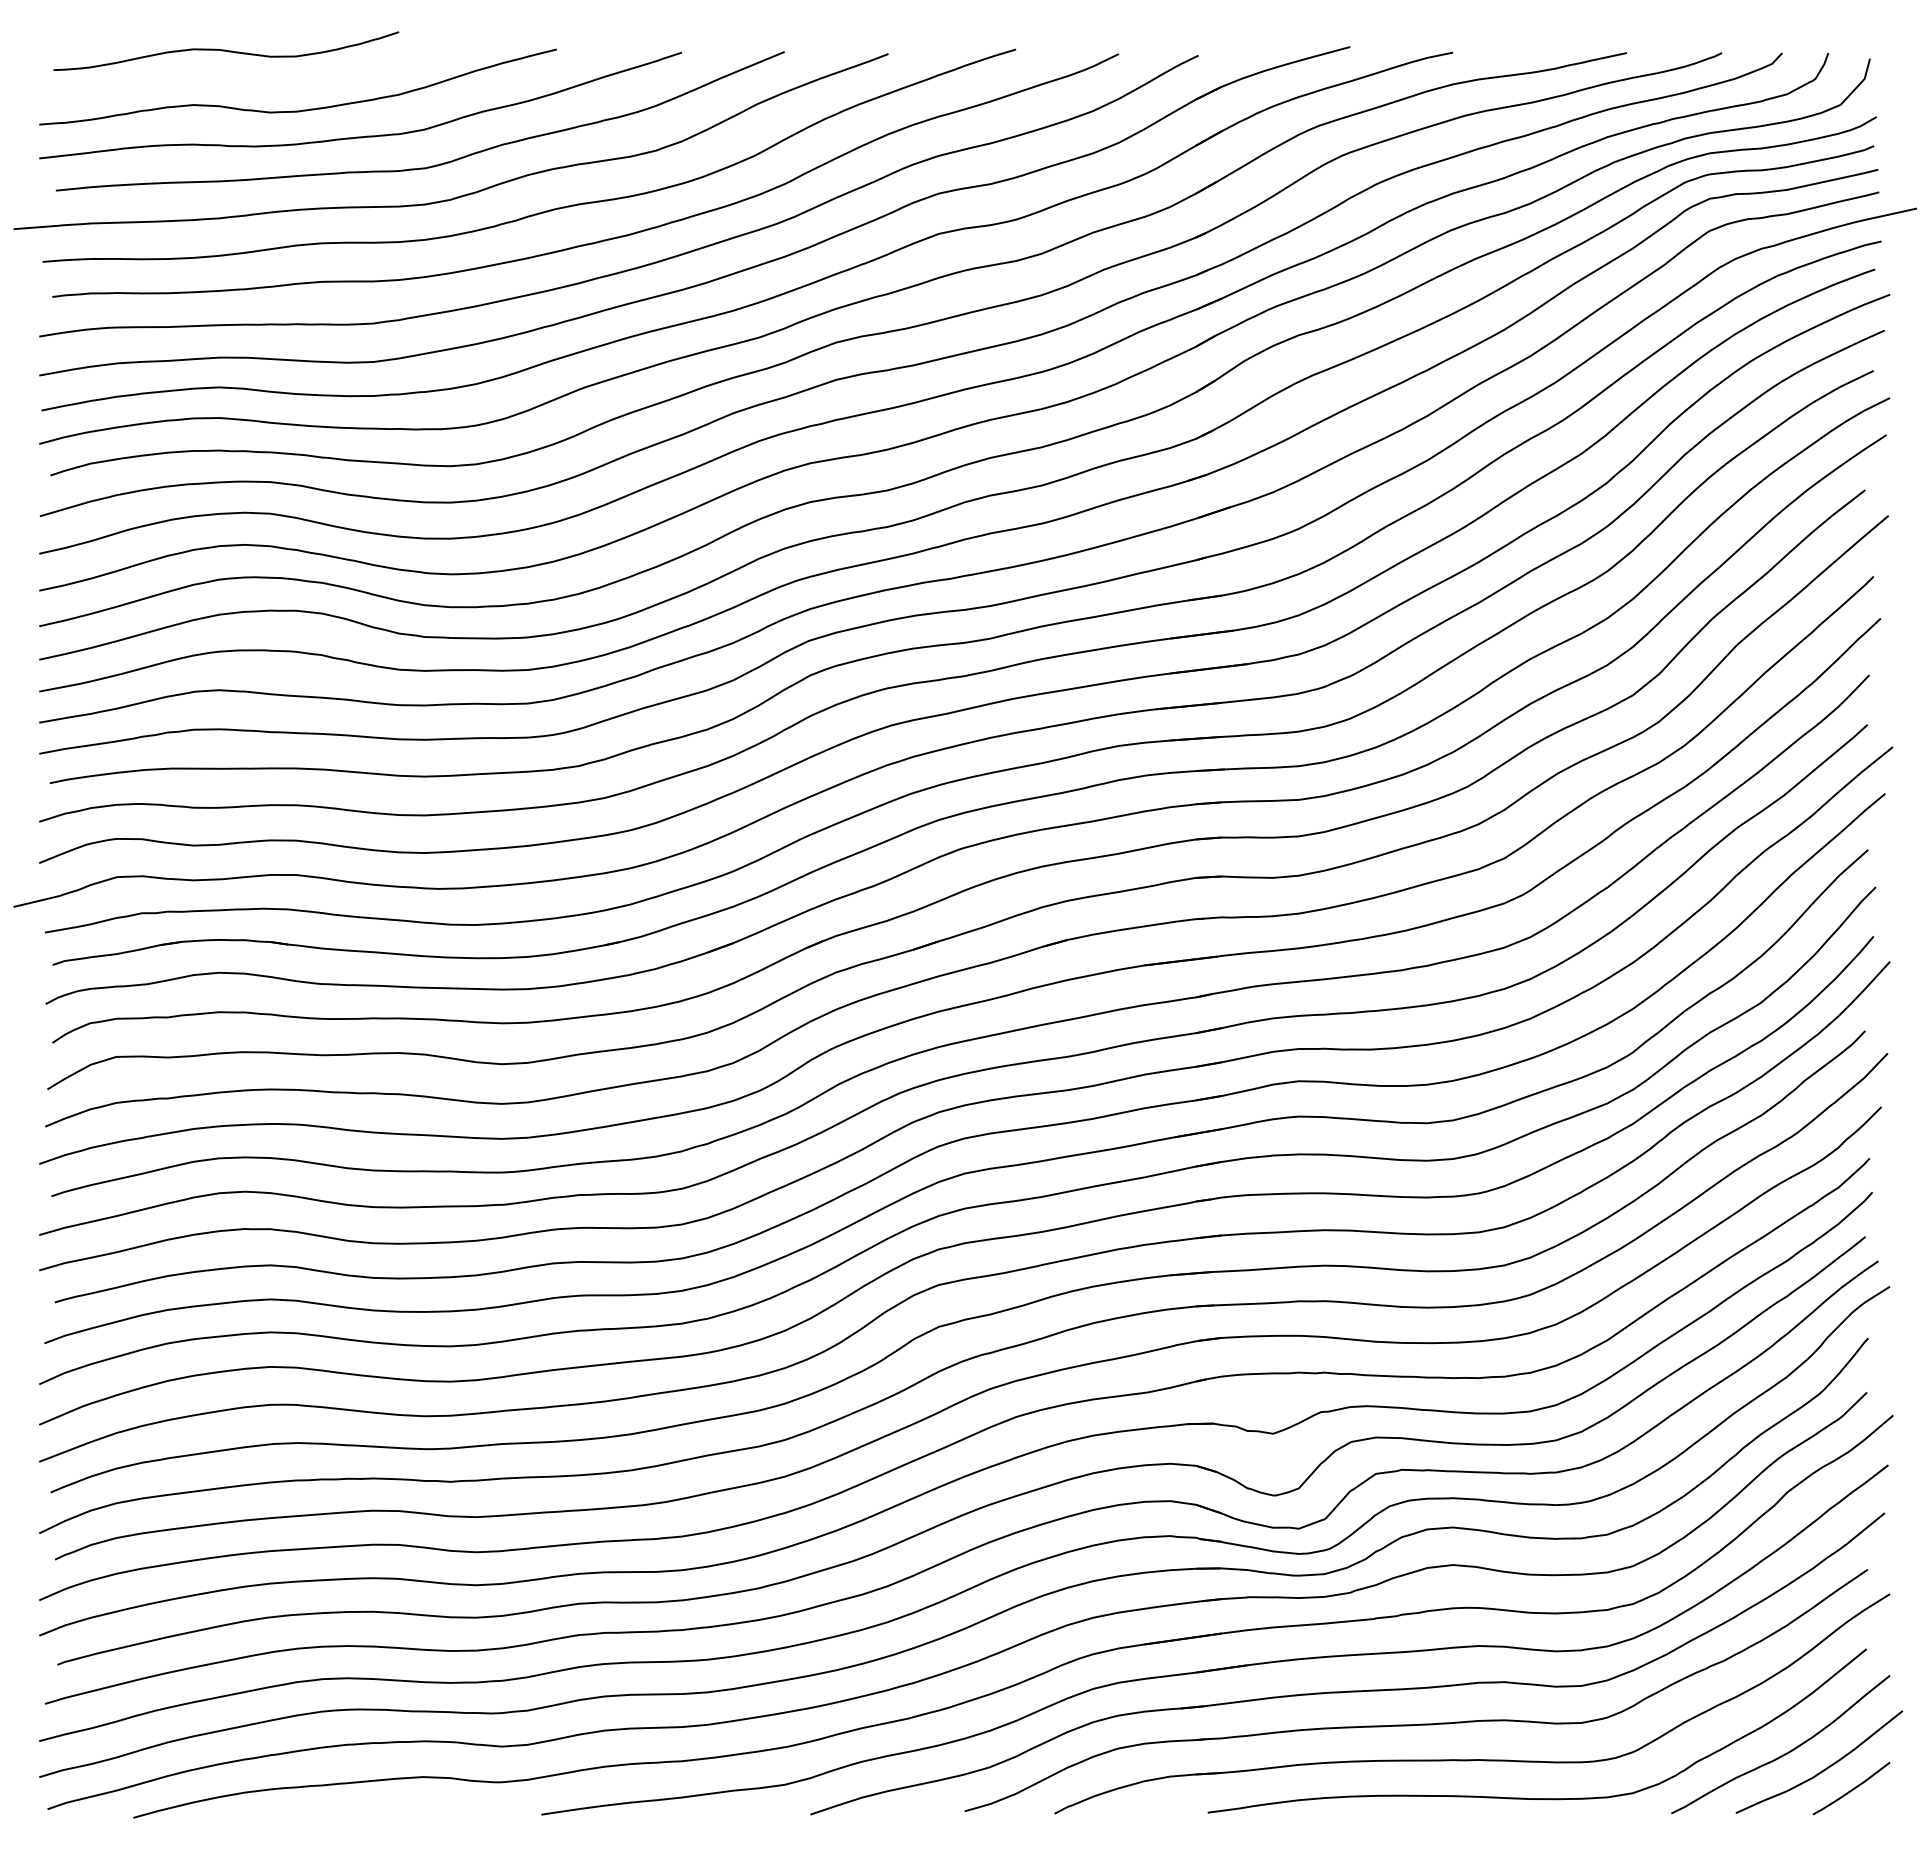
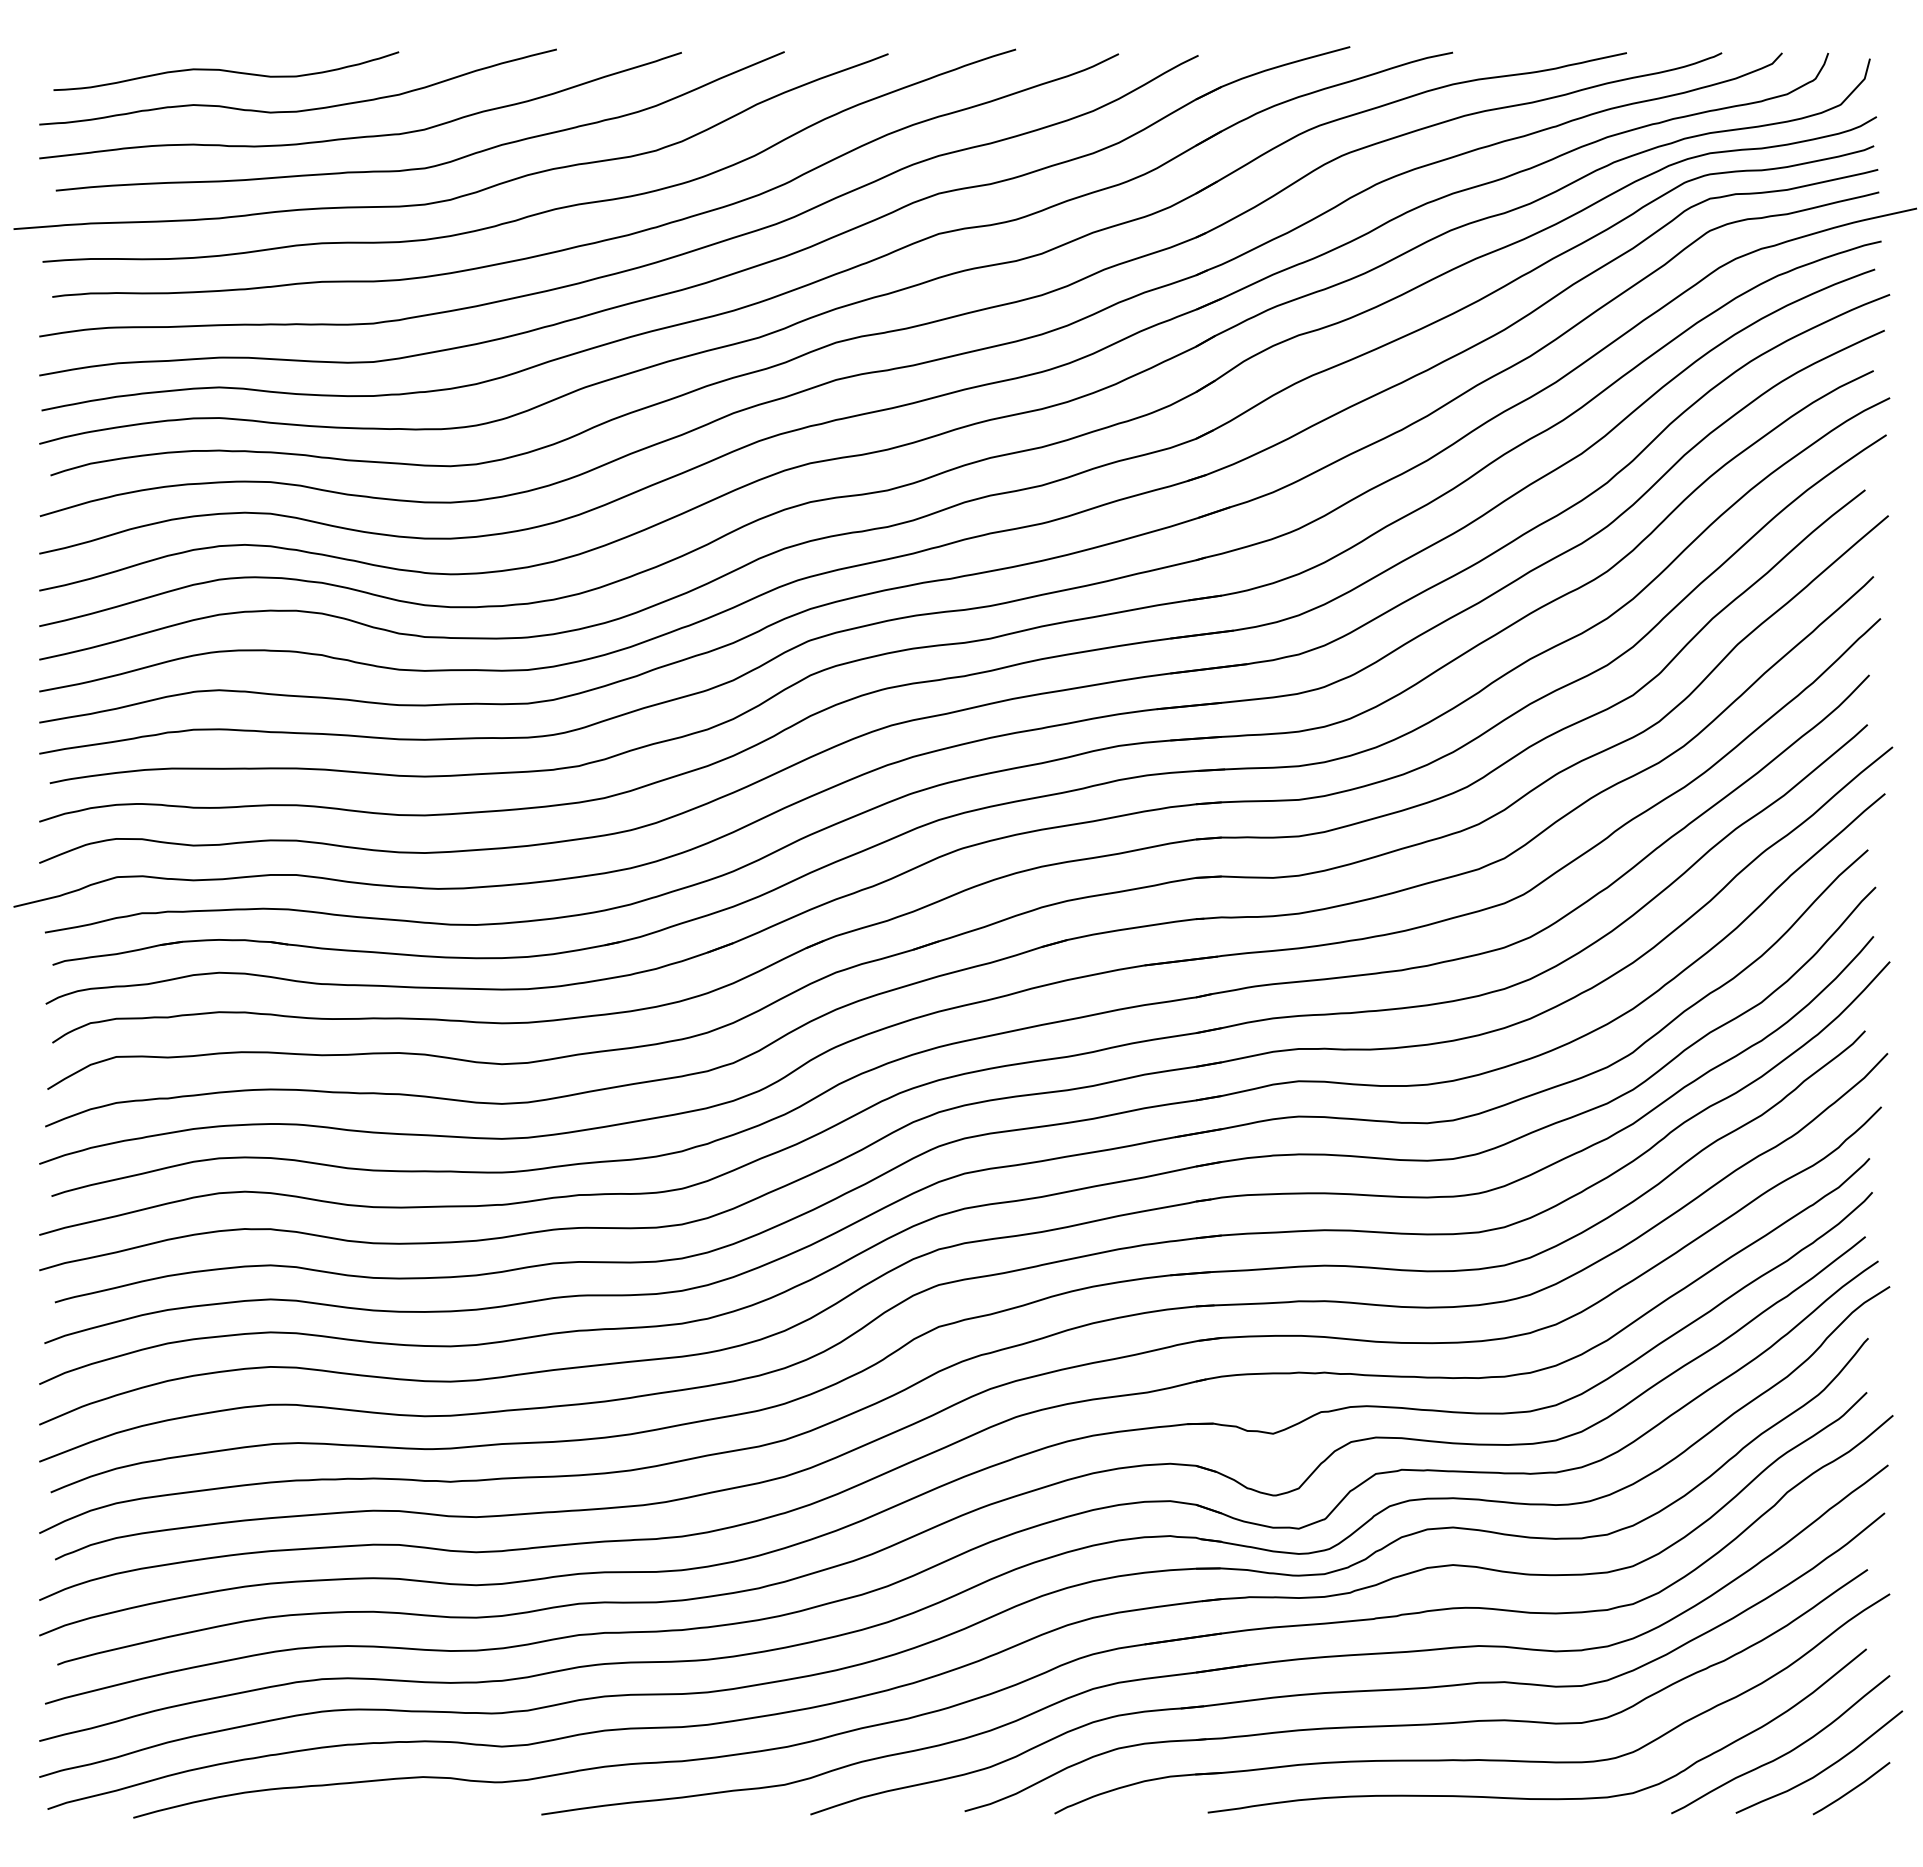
curve at (226, 50) position: (226, 50) -> (226, 70)
